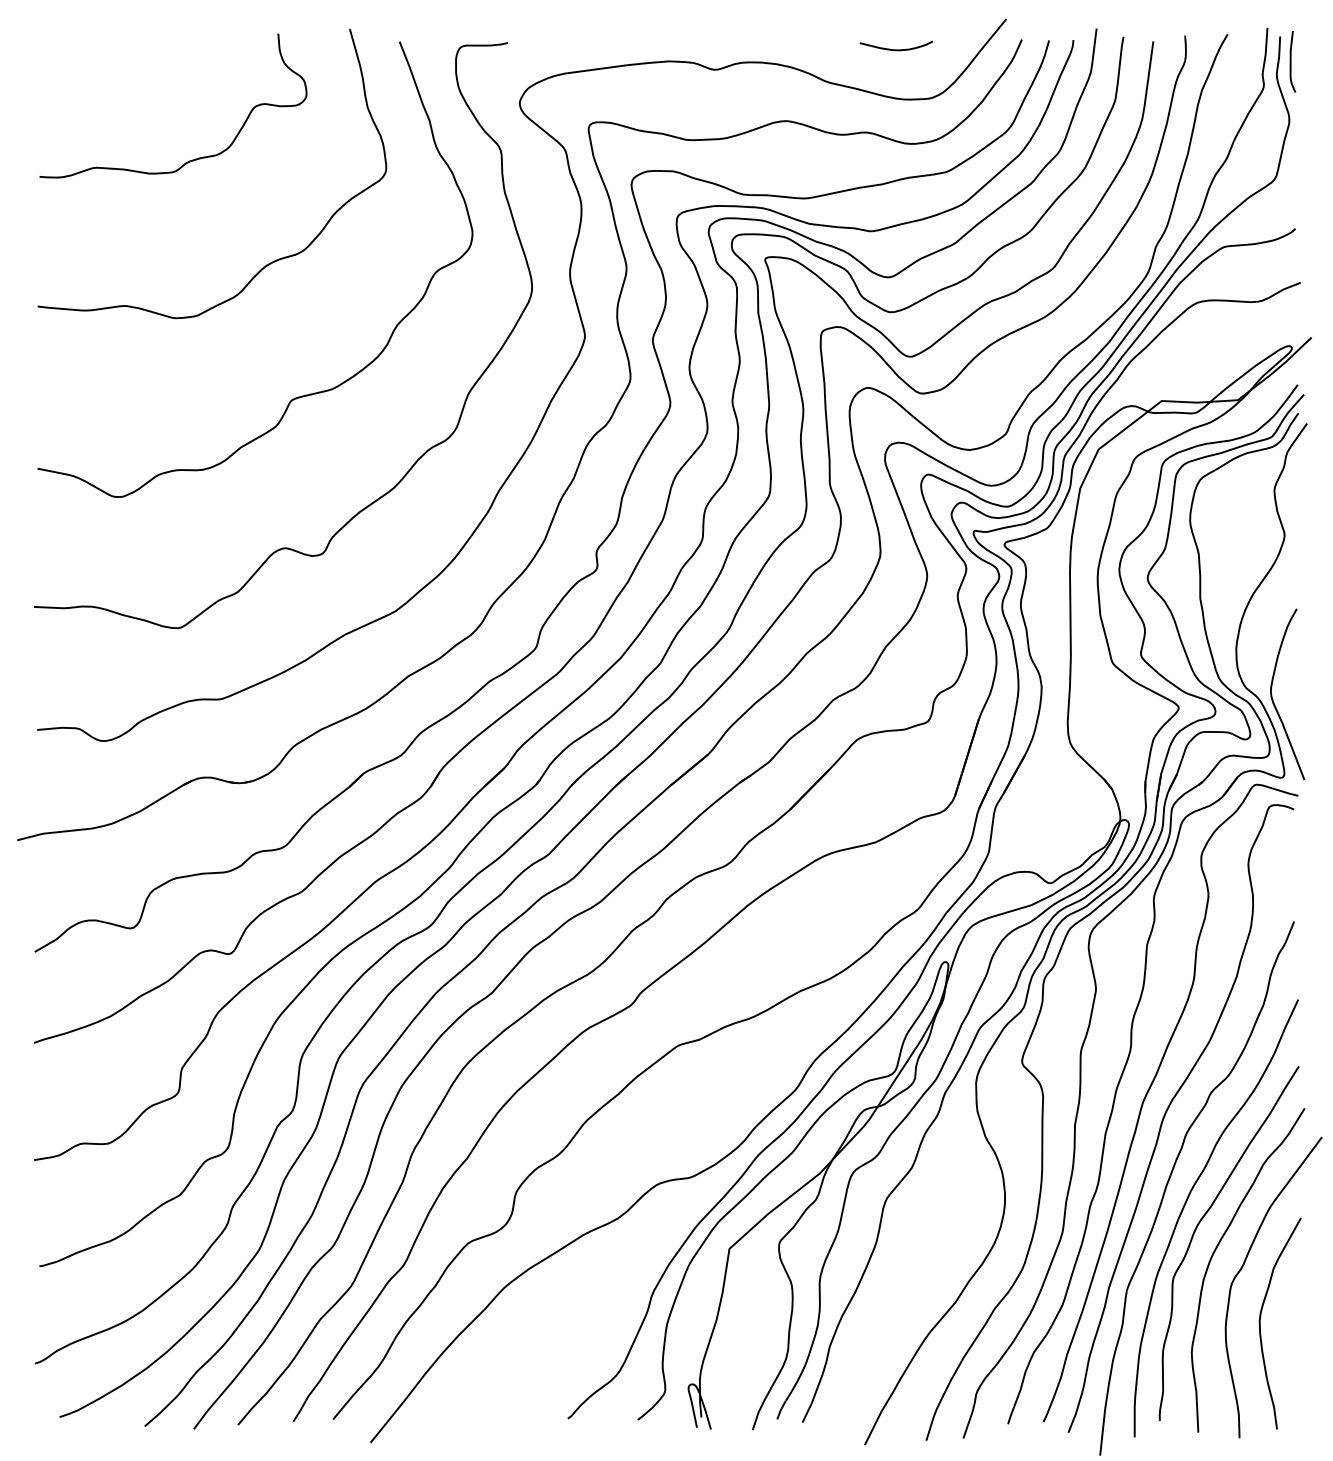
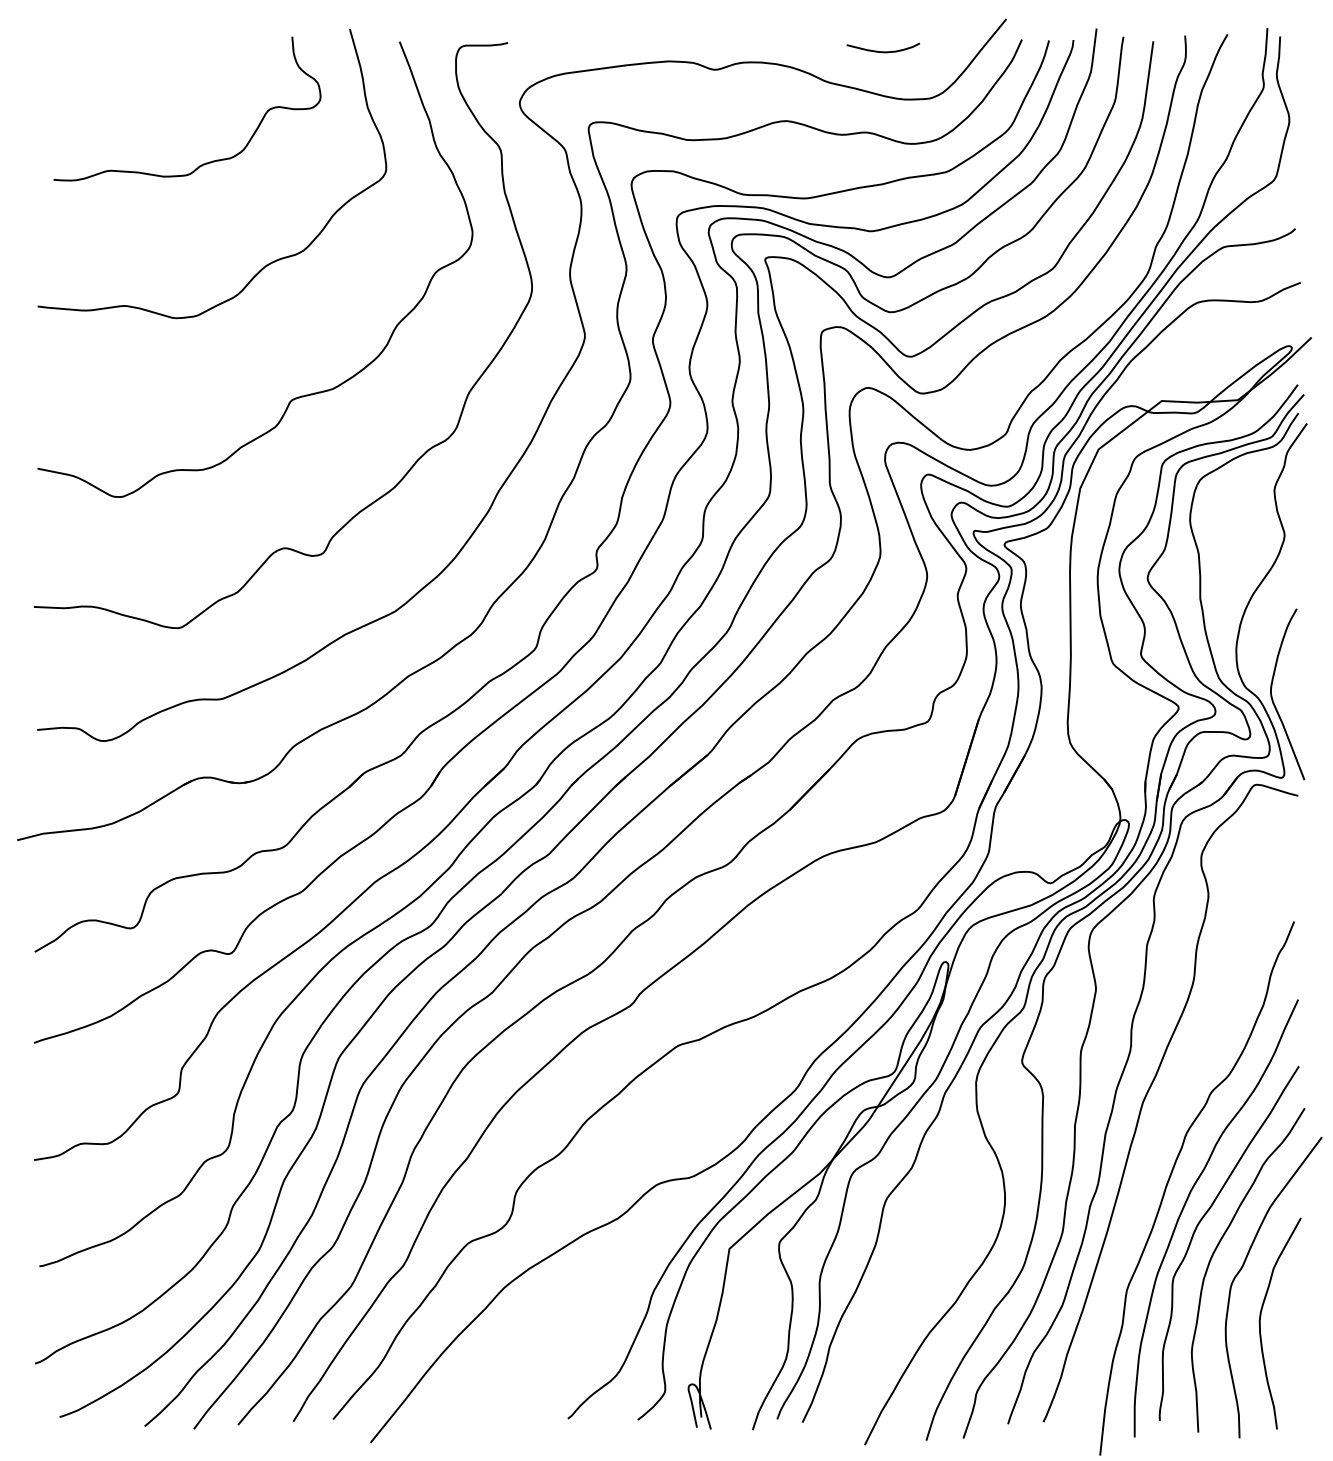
curve at (896, 49) position: (896, 49) -> (883, 51)
curve at (1291, 61): present -> none
curve at (192, 159) position: (192, 159) -> (206, 162)
curve at (1166, 1114): present -> none
